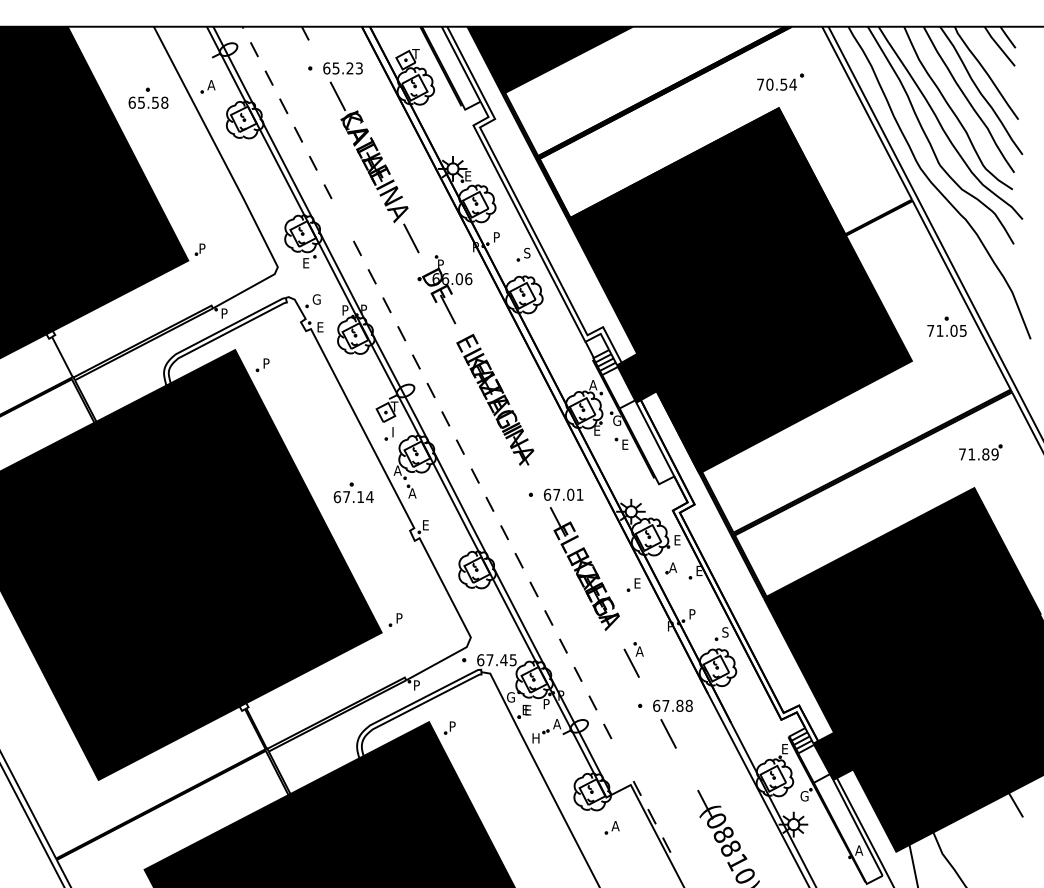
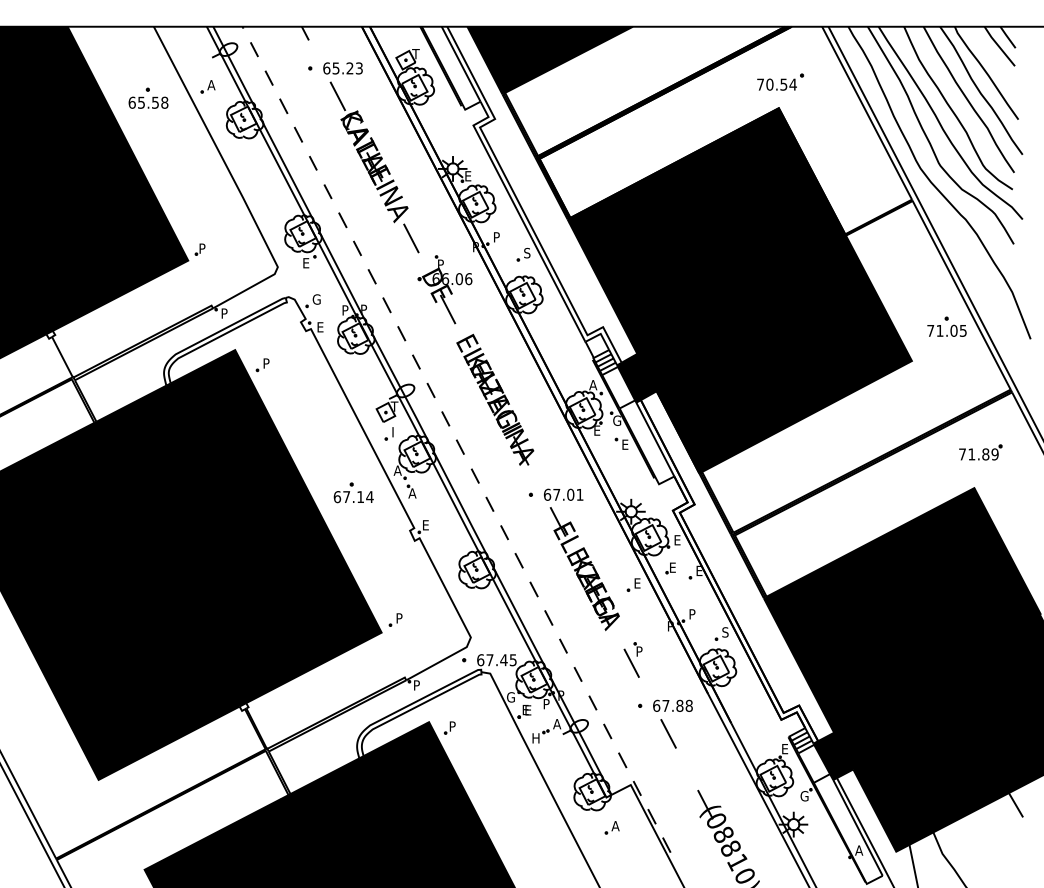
line at (342, 220): none -> present
text at (673, 567): A -> E
text at (639, 651): A -> P
line at (622, 760): none -> present
